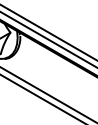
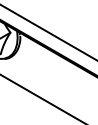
line at (48, 39): present -> none
line at (48, 94): present -> none
